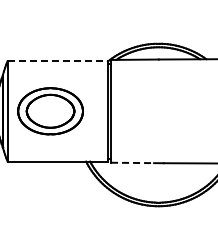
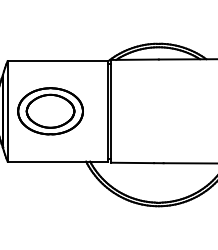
line at (58, 61): dashed -> solid
line at (132, 162): dashed -> solid
